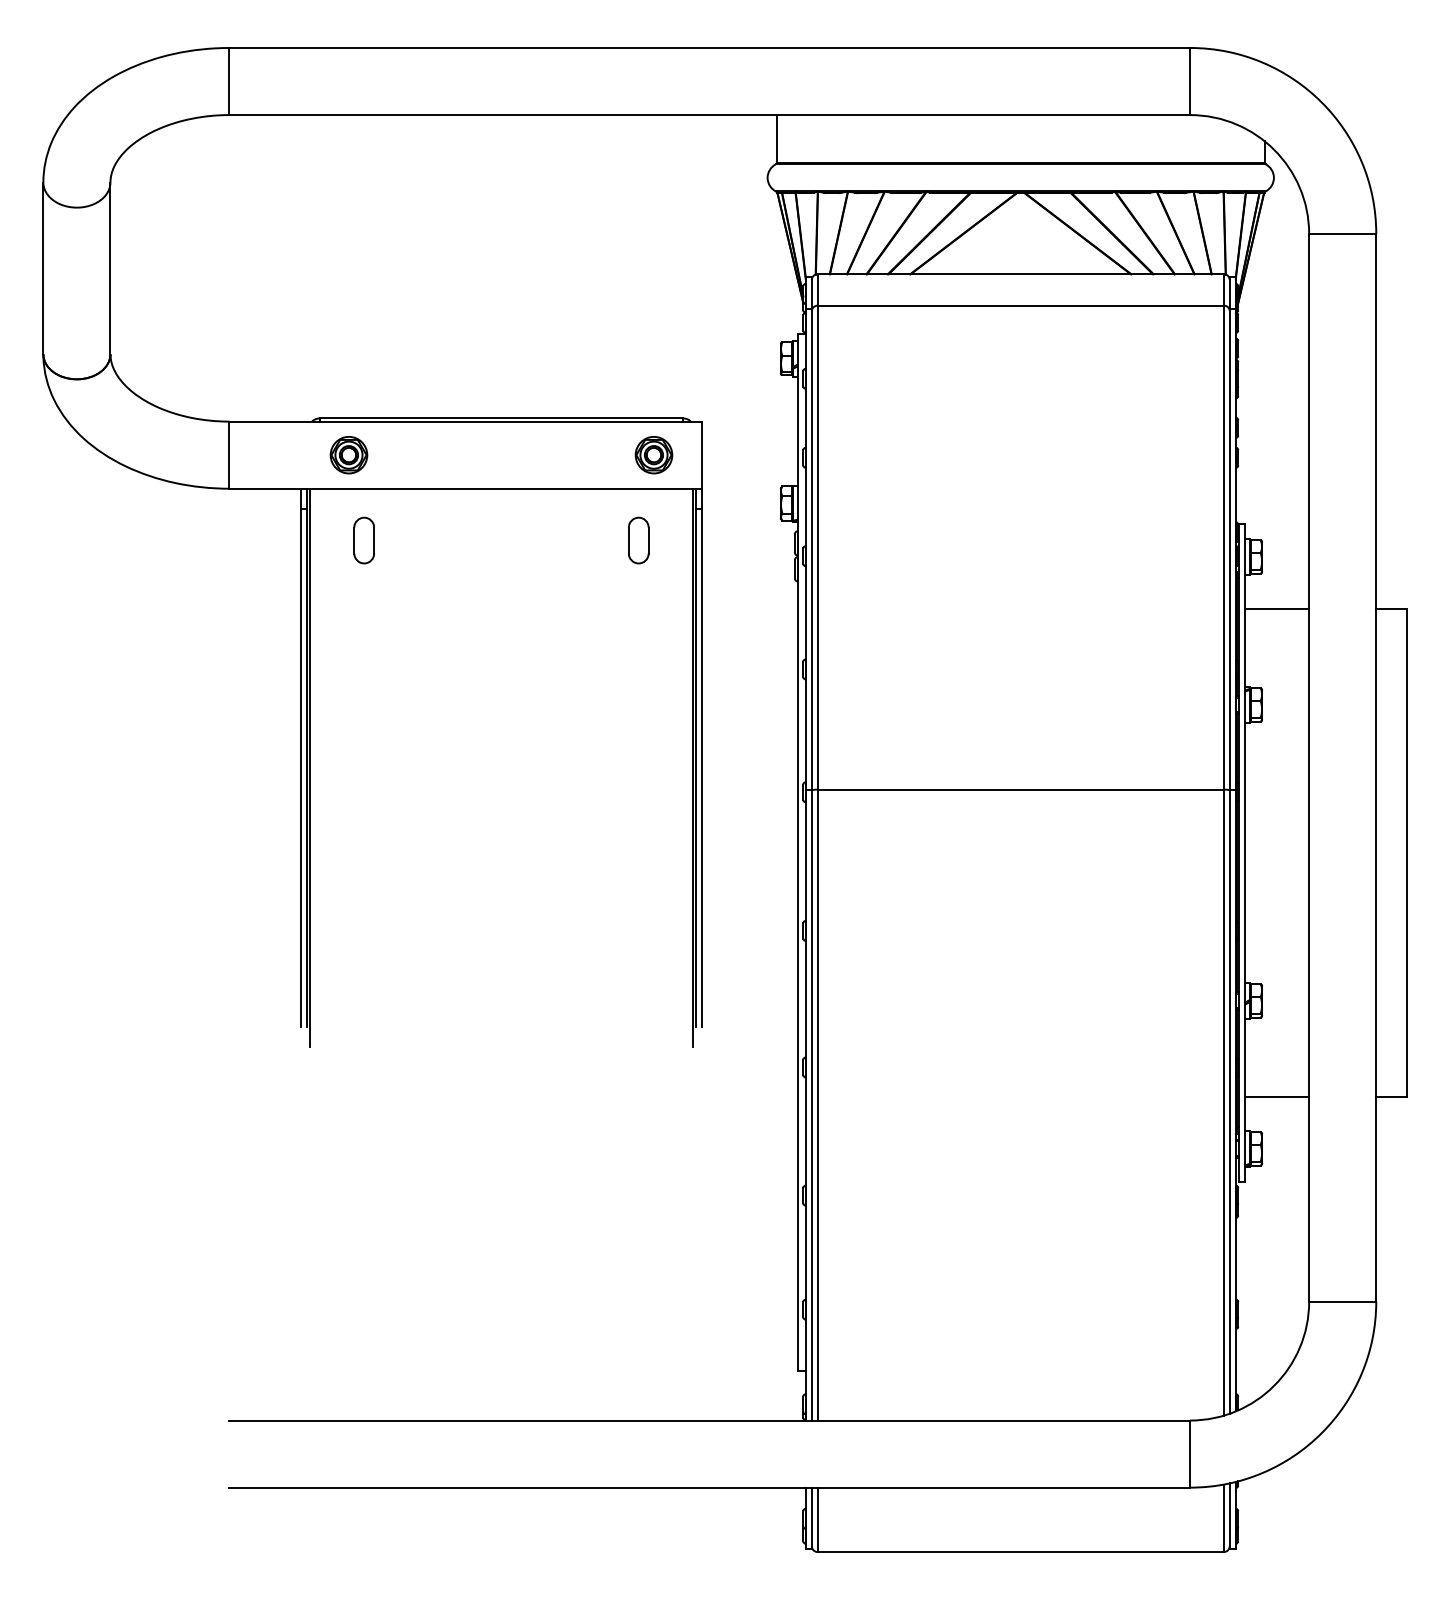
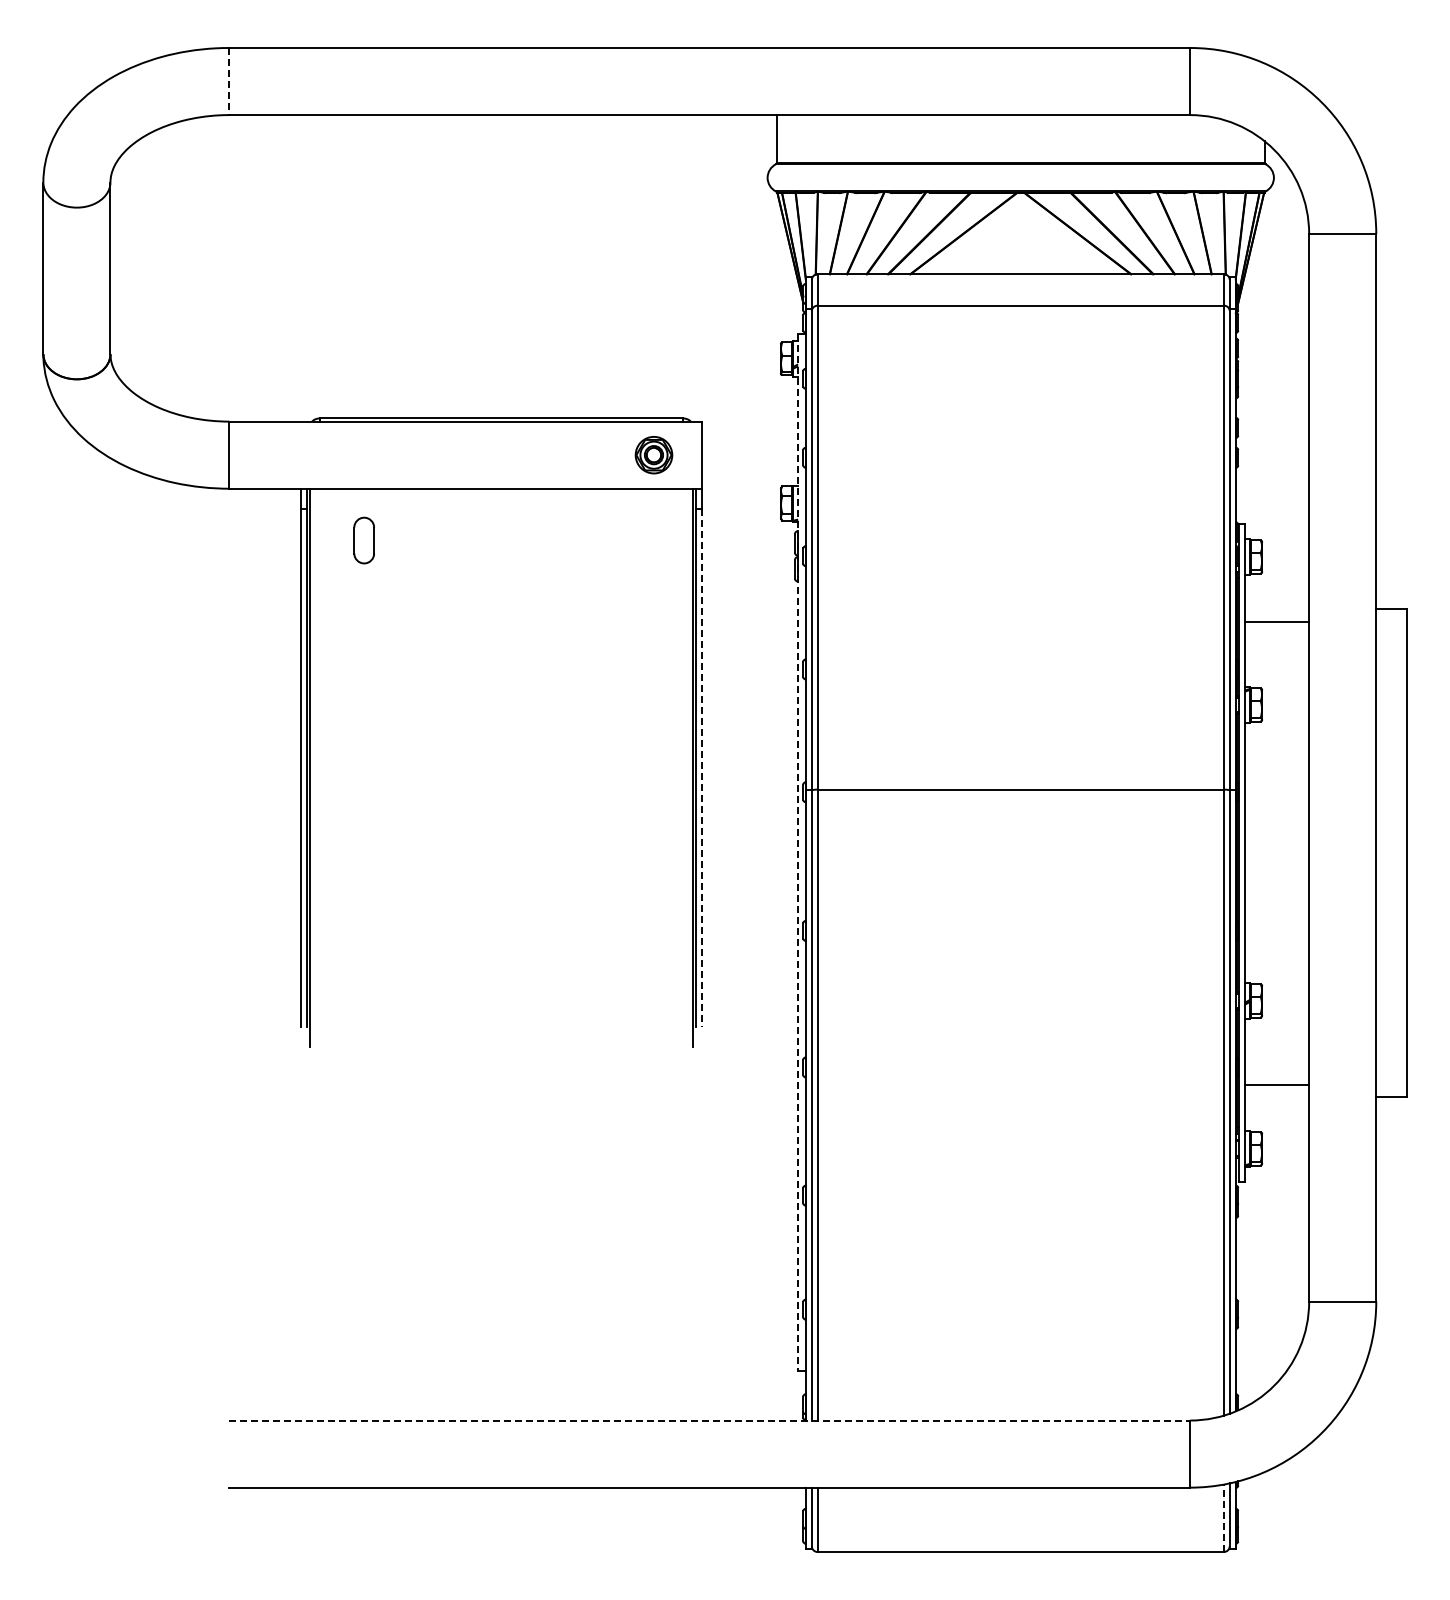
line at (229, 81): solid -> dashed
part at (348, 455): present -> none
part at (638, 540): present -> none
line at (1276, 608) position: (1276, 608) -> (1276, 621)
line at (702, 767): solid -> dashed
line at (798, 852): solid -> dashed
line at (1276, 1096) position: (1276, 1096) -> (1276, 1084)
line at (710, 1420): solid -> dashed
line at (1224, 1518): solid -> dashed
